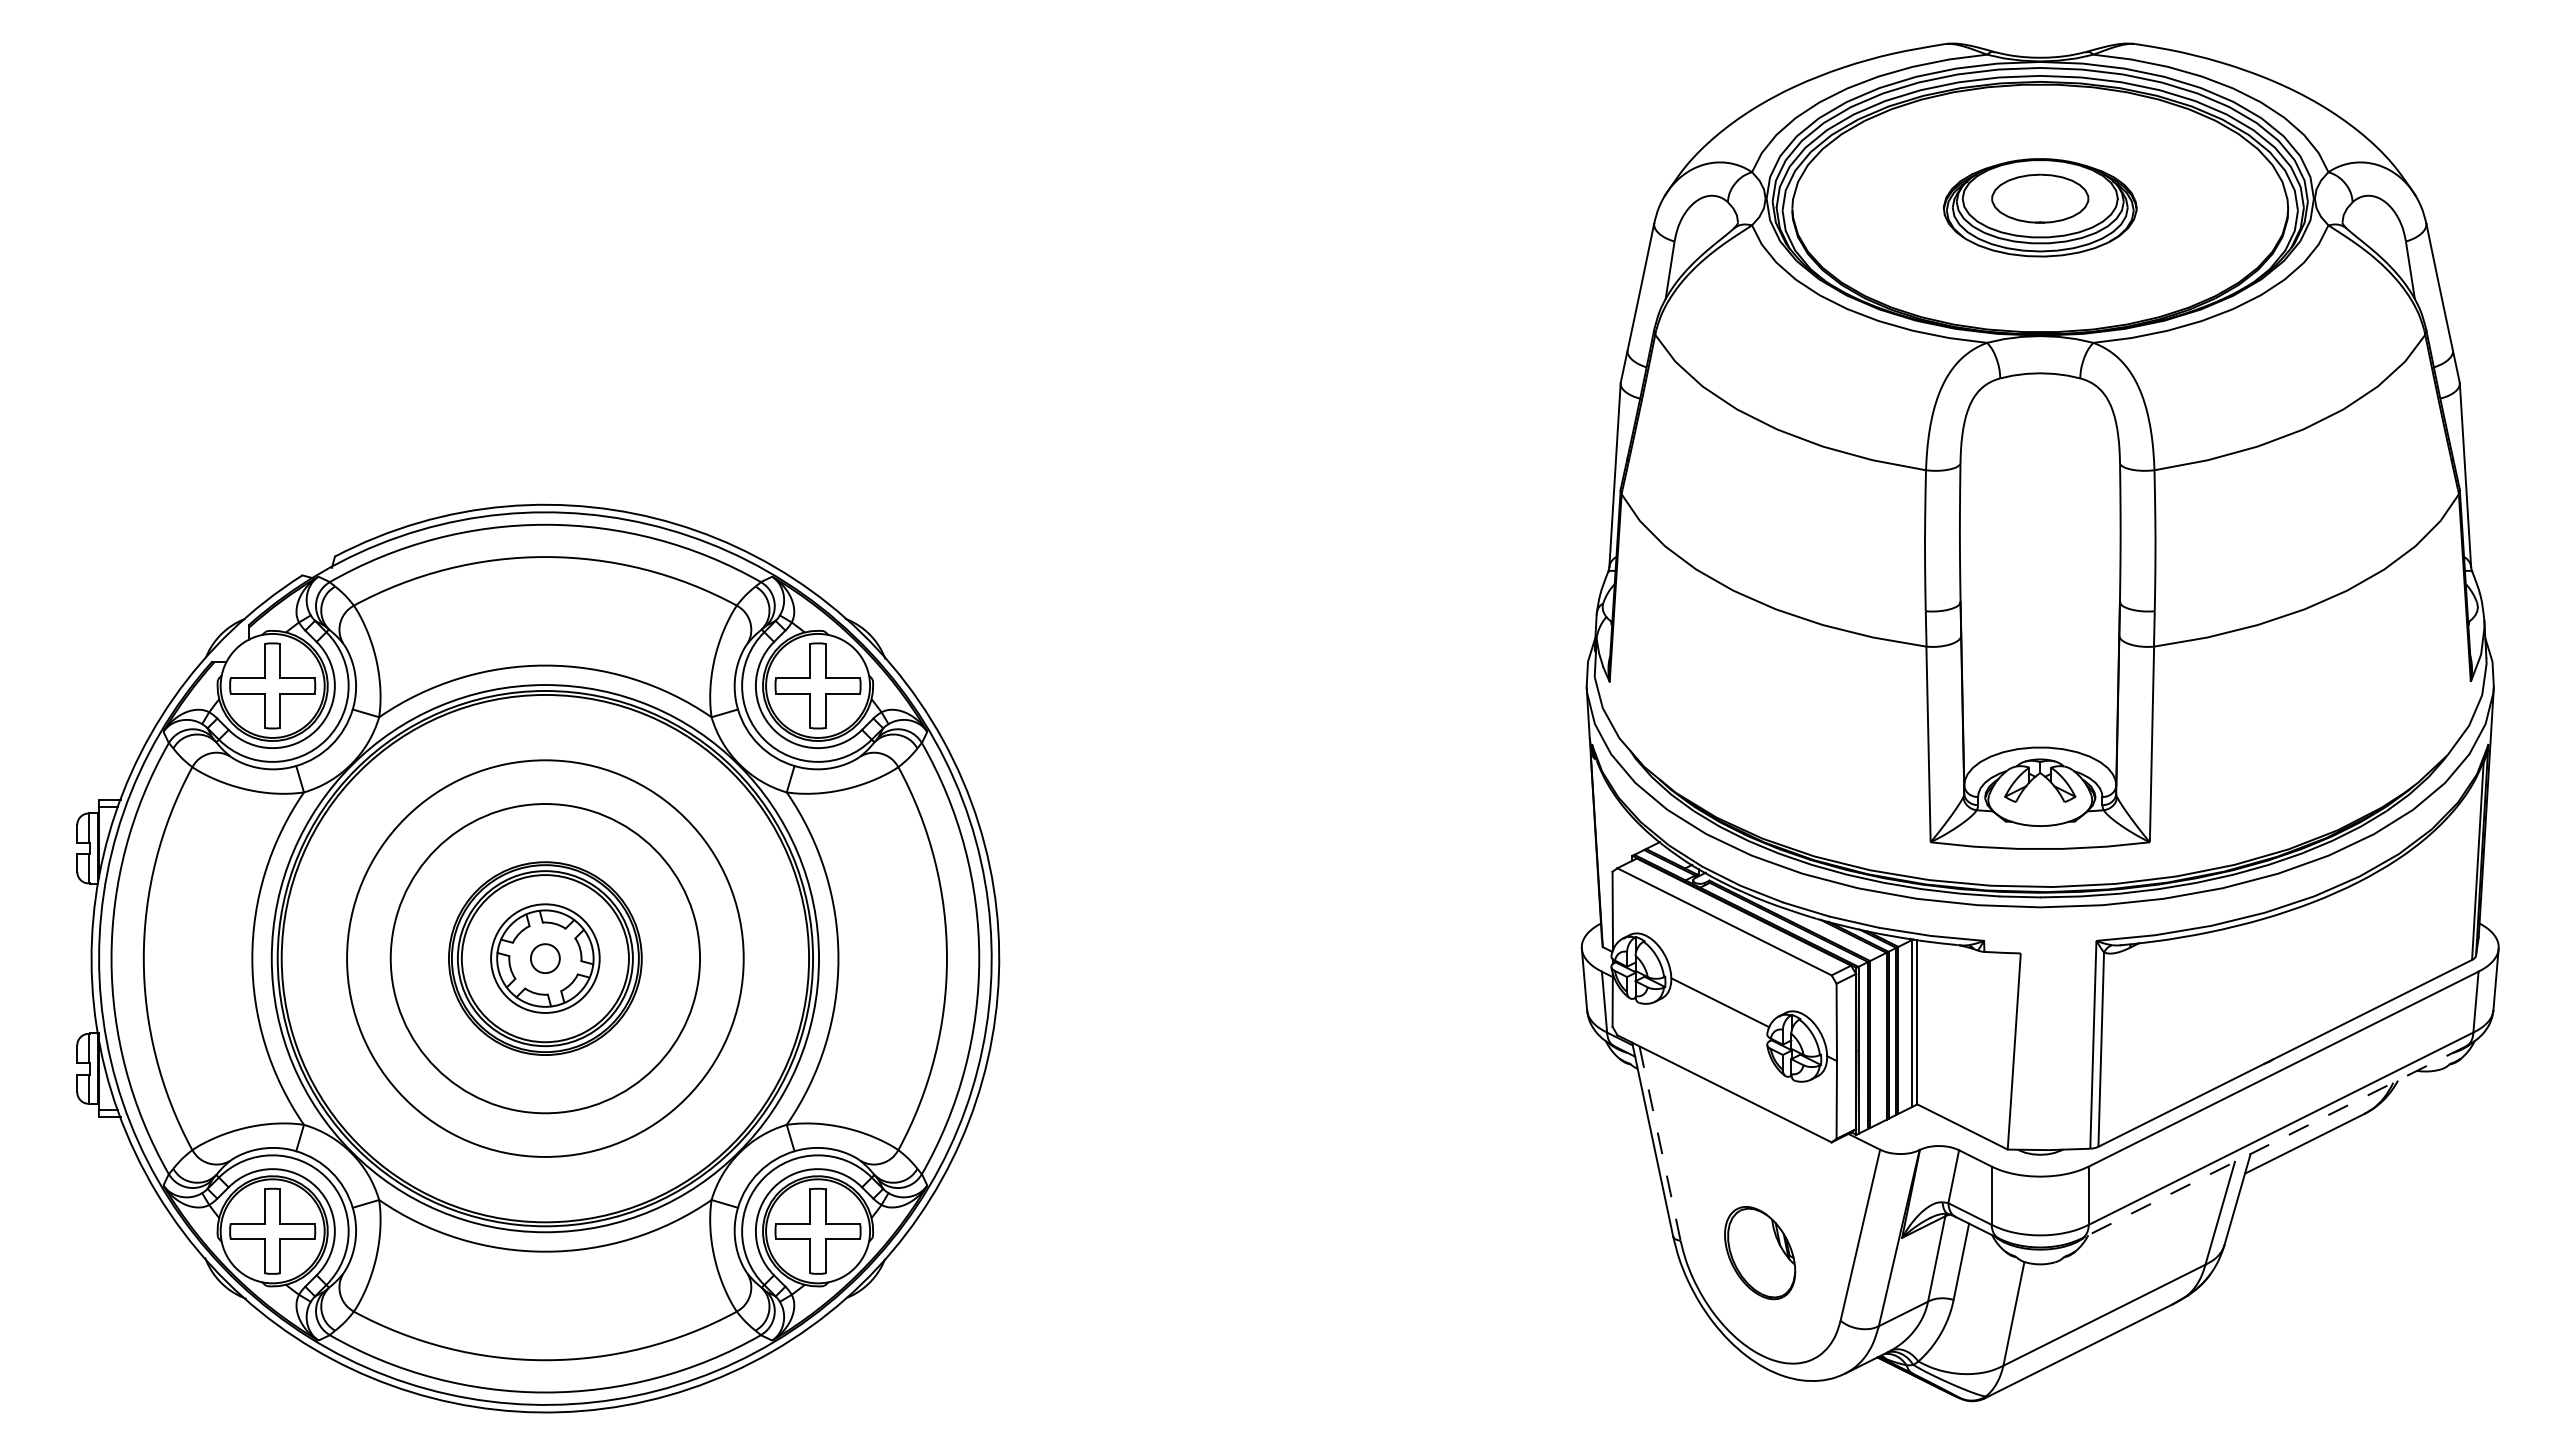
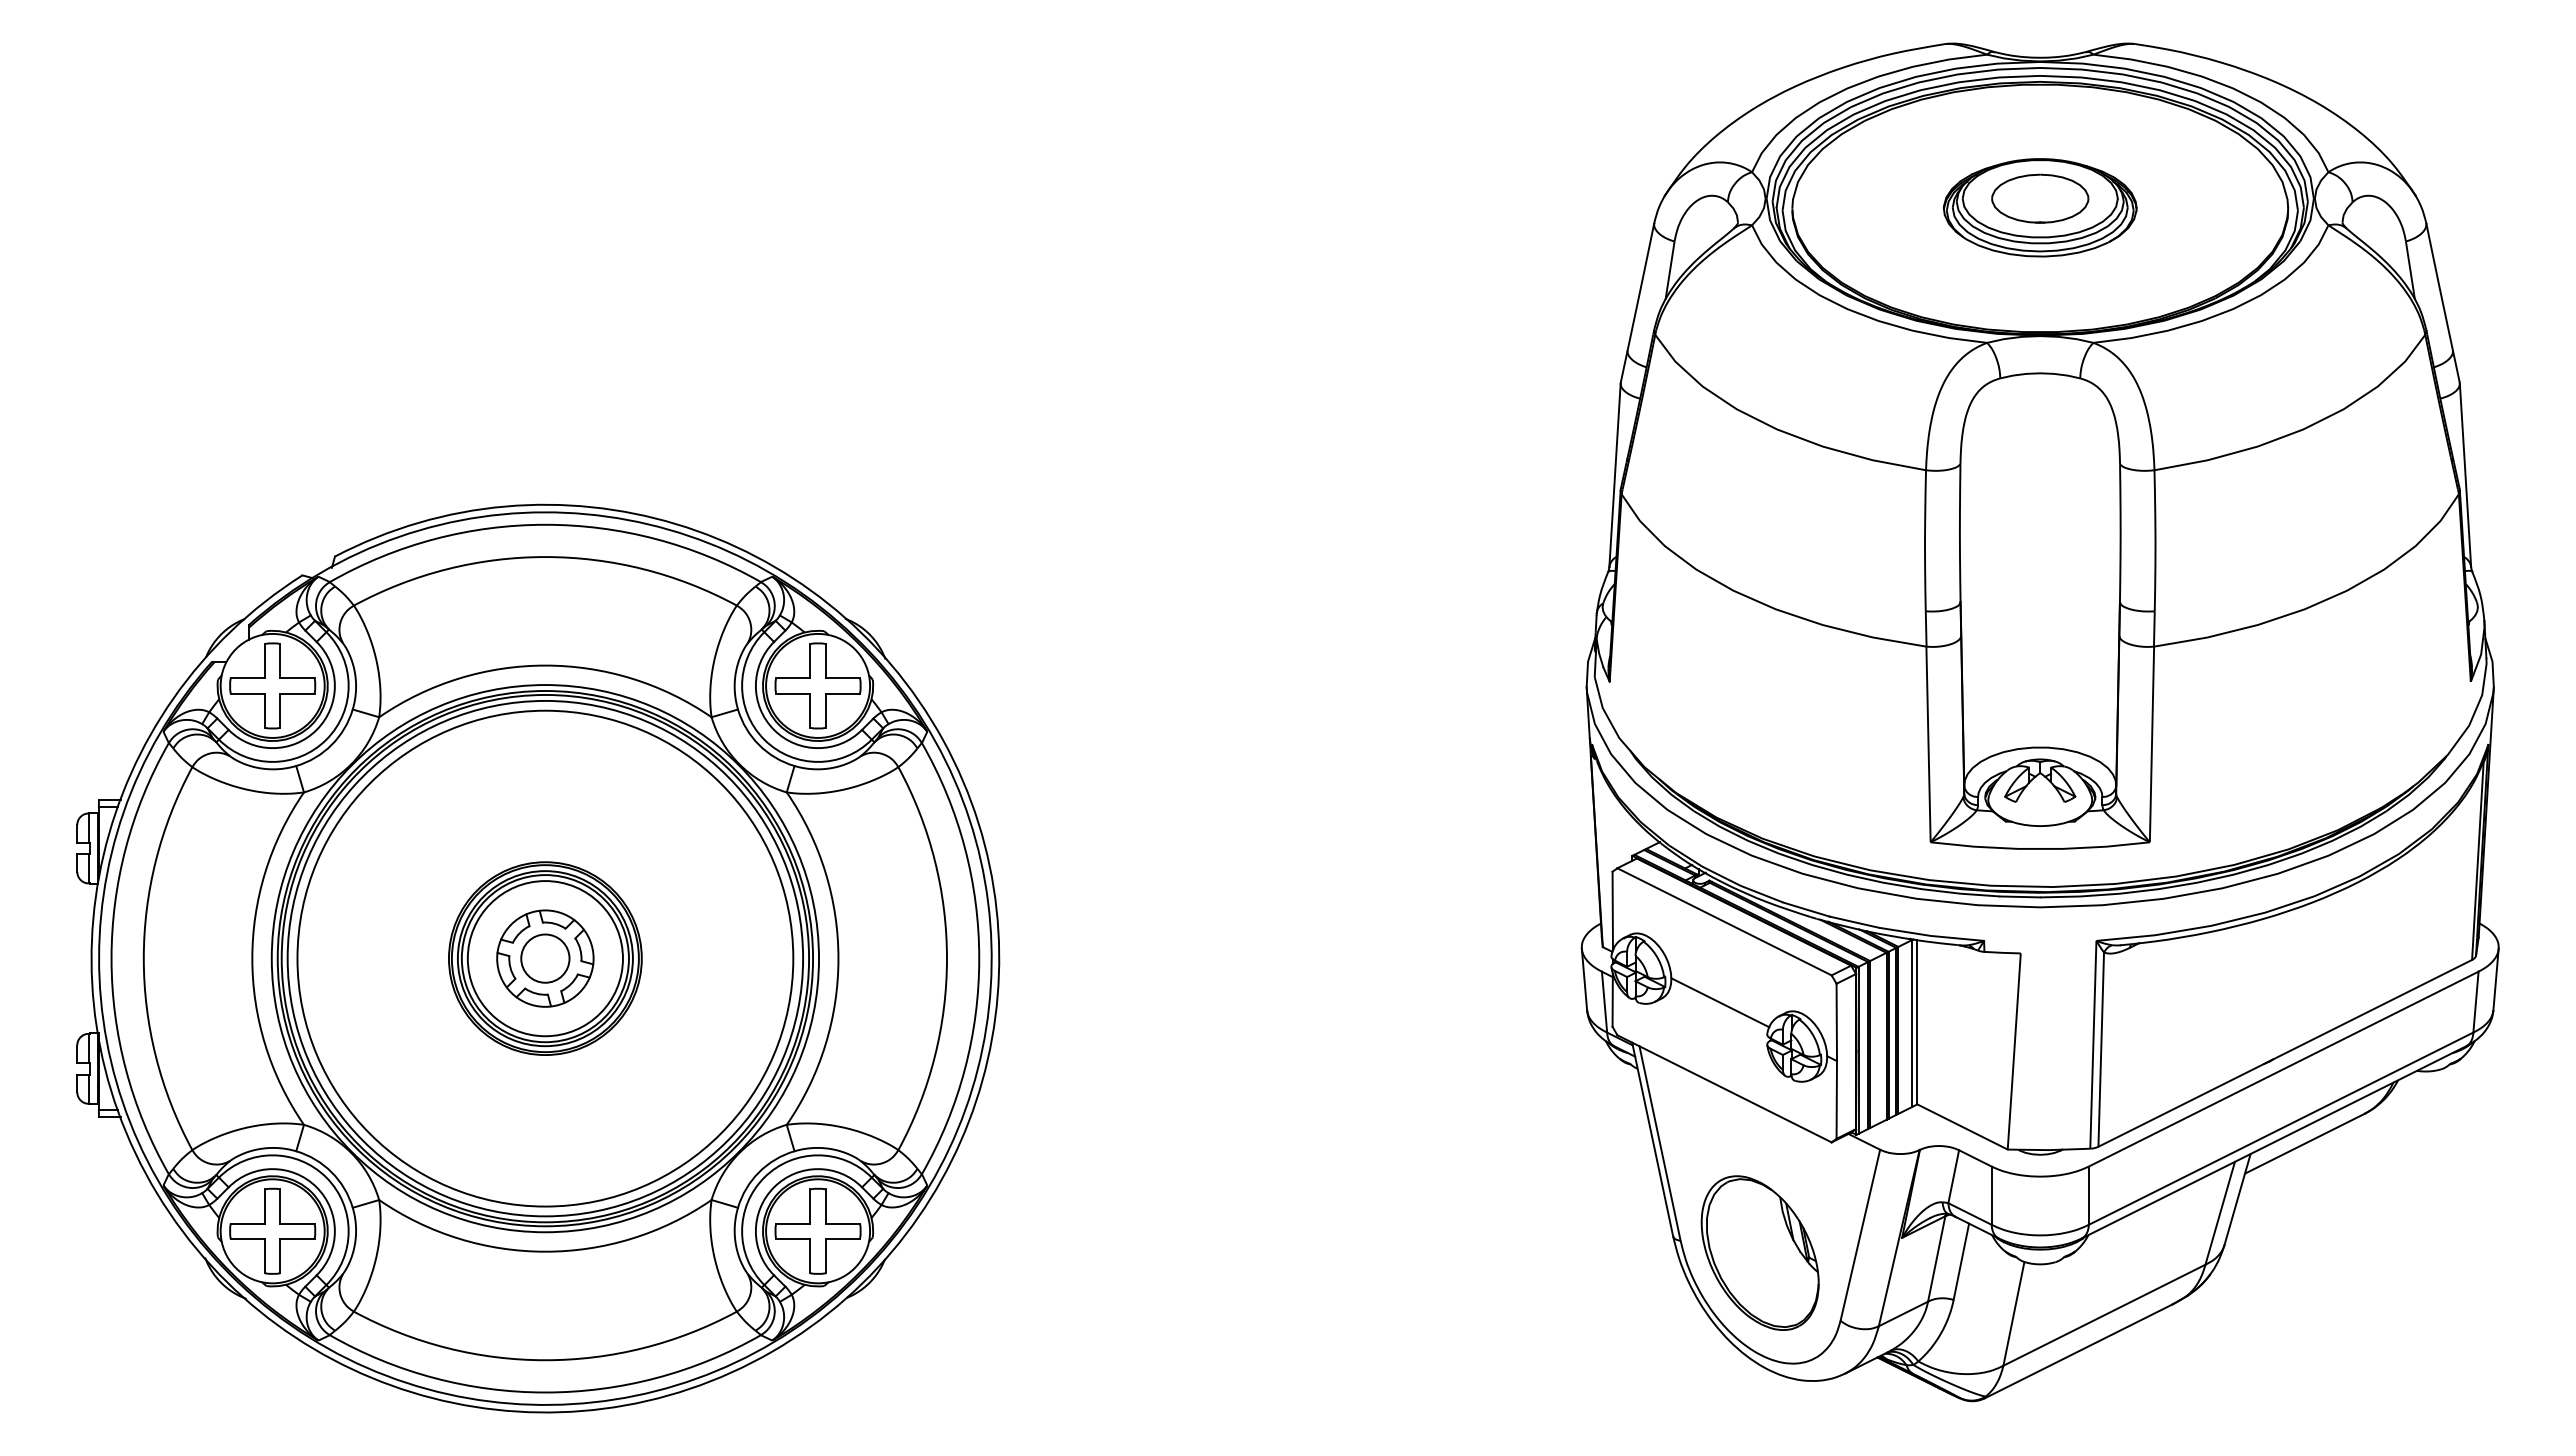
circle at (544, 958) diameter: 29 px -> 48 px
circle at (545, 958) diameter: 109 px -> 155 px
circle at (545, 958) diameter: 309 px -> 515 px
circle at (545, 958) diameter: 397 px -> 496 px
line at (2274, 1142): dashed -> solid
line at (1660, 1144): dashed -> solid
part at (1760, 1253) size: 73x95 px -> 120x156 px
